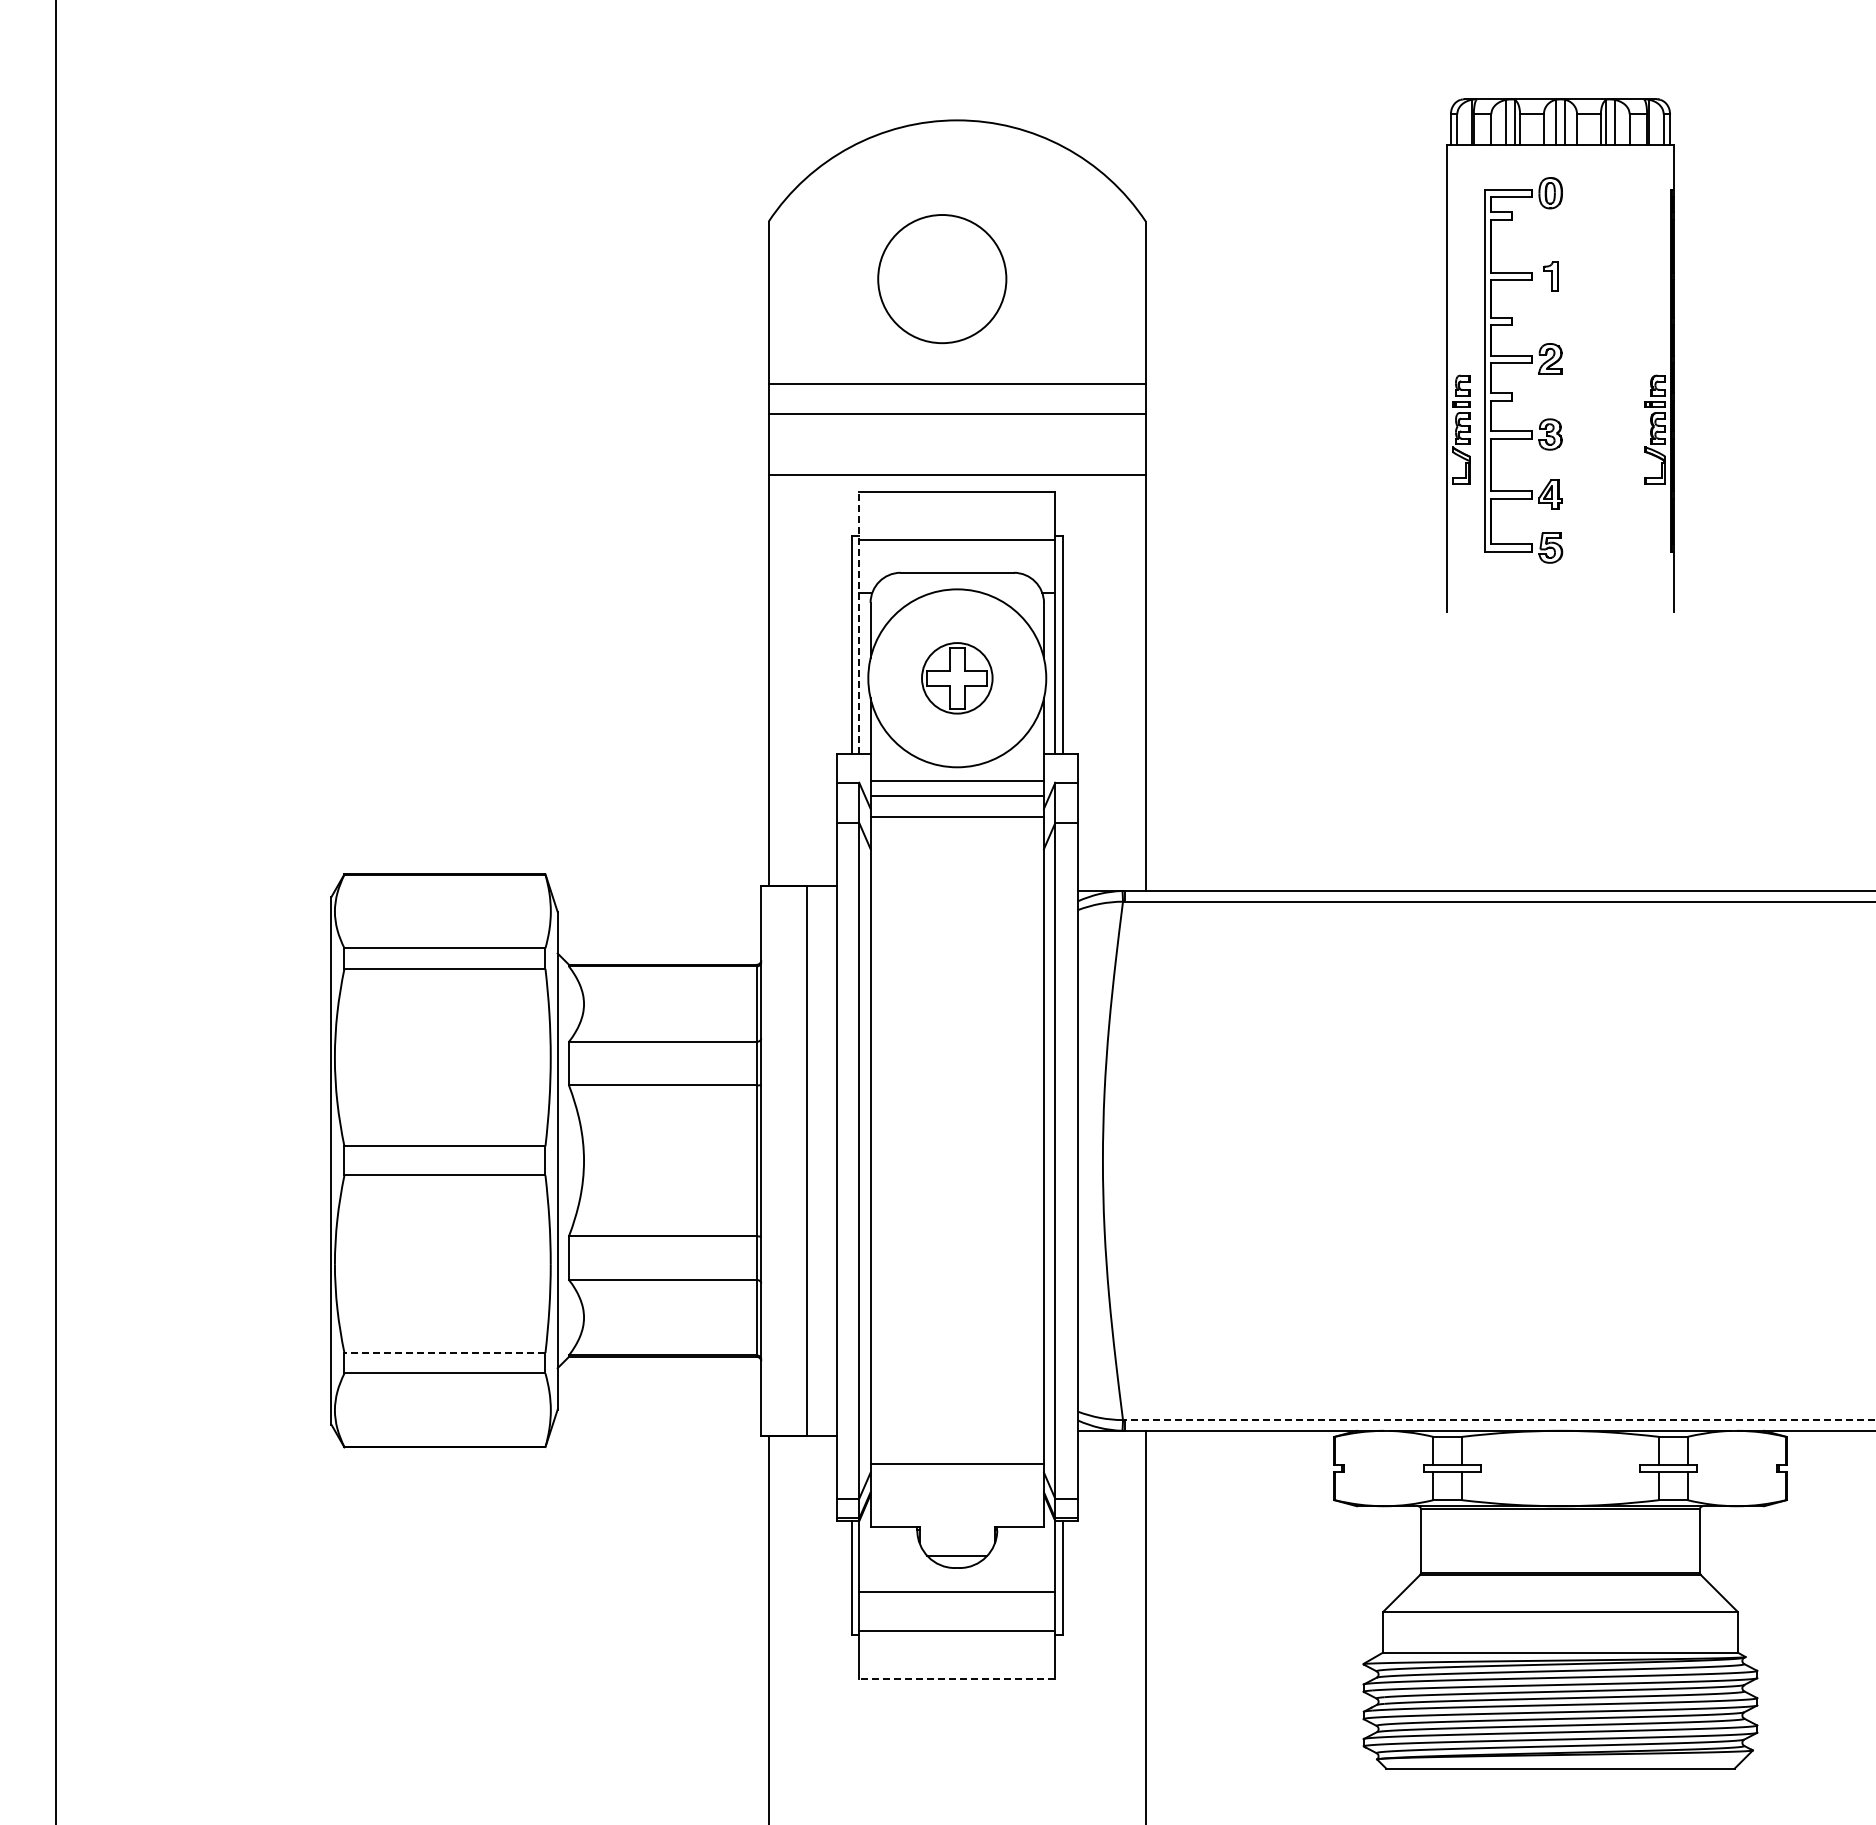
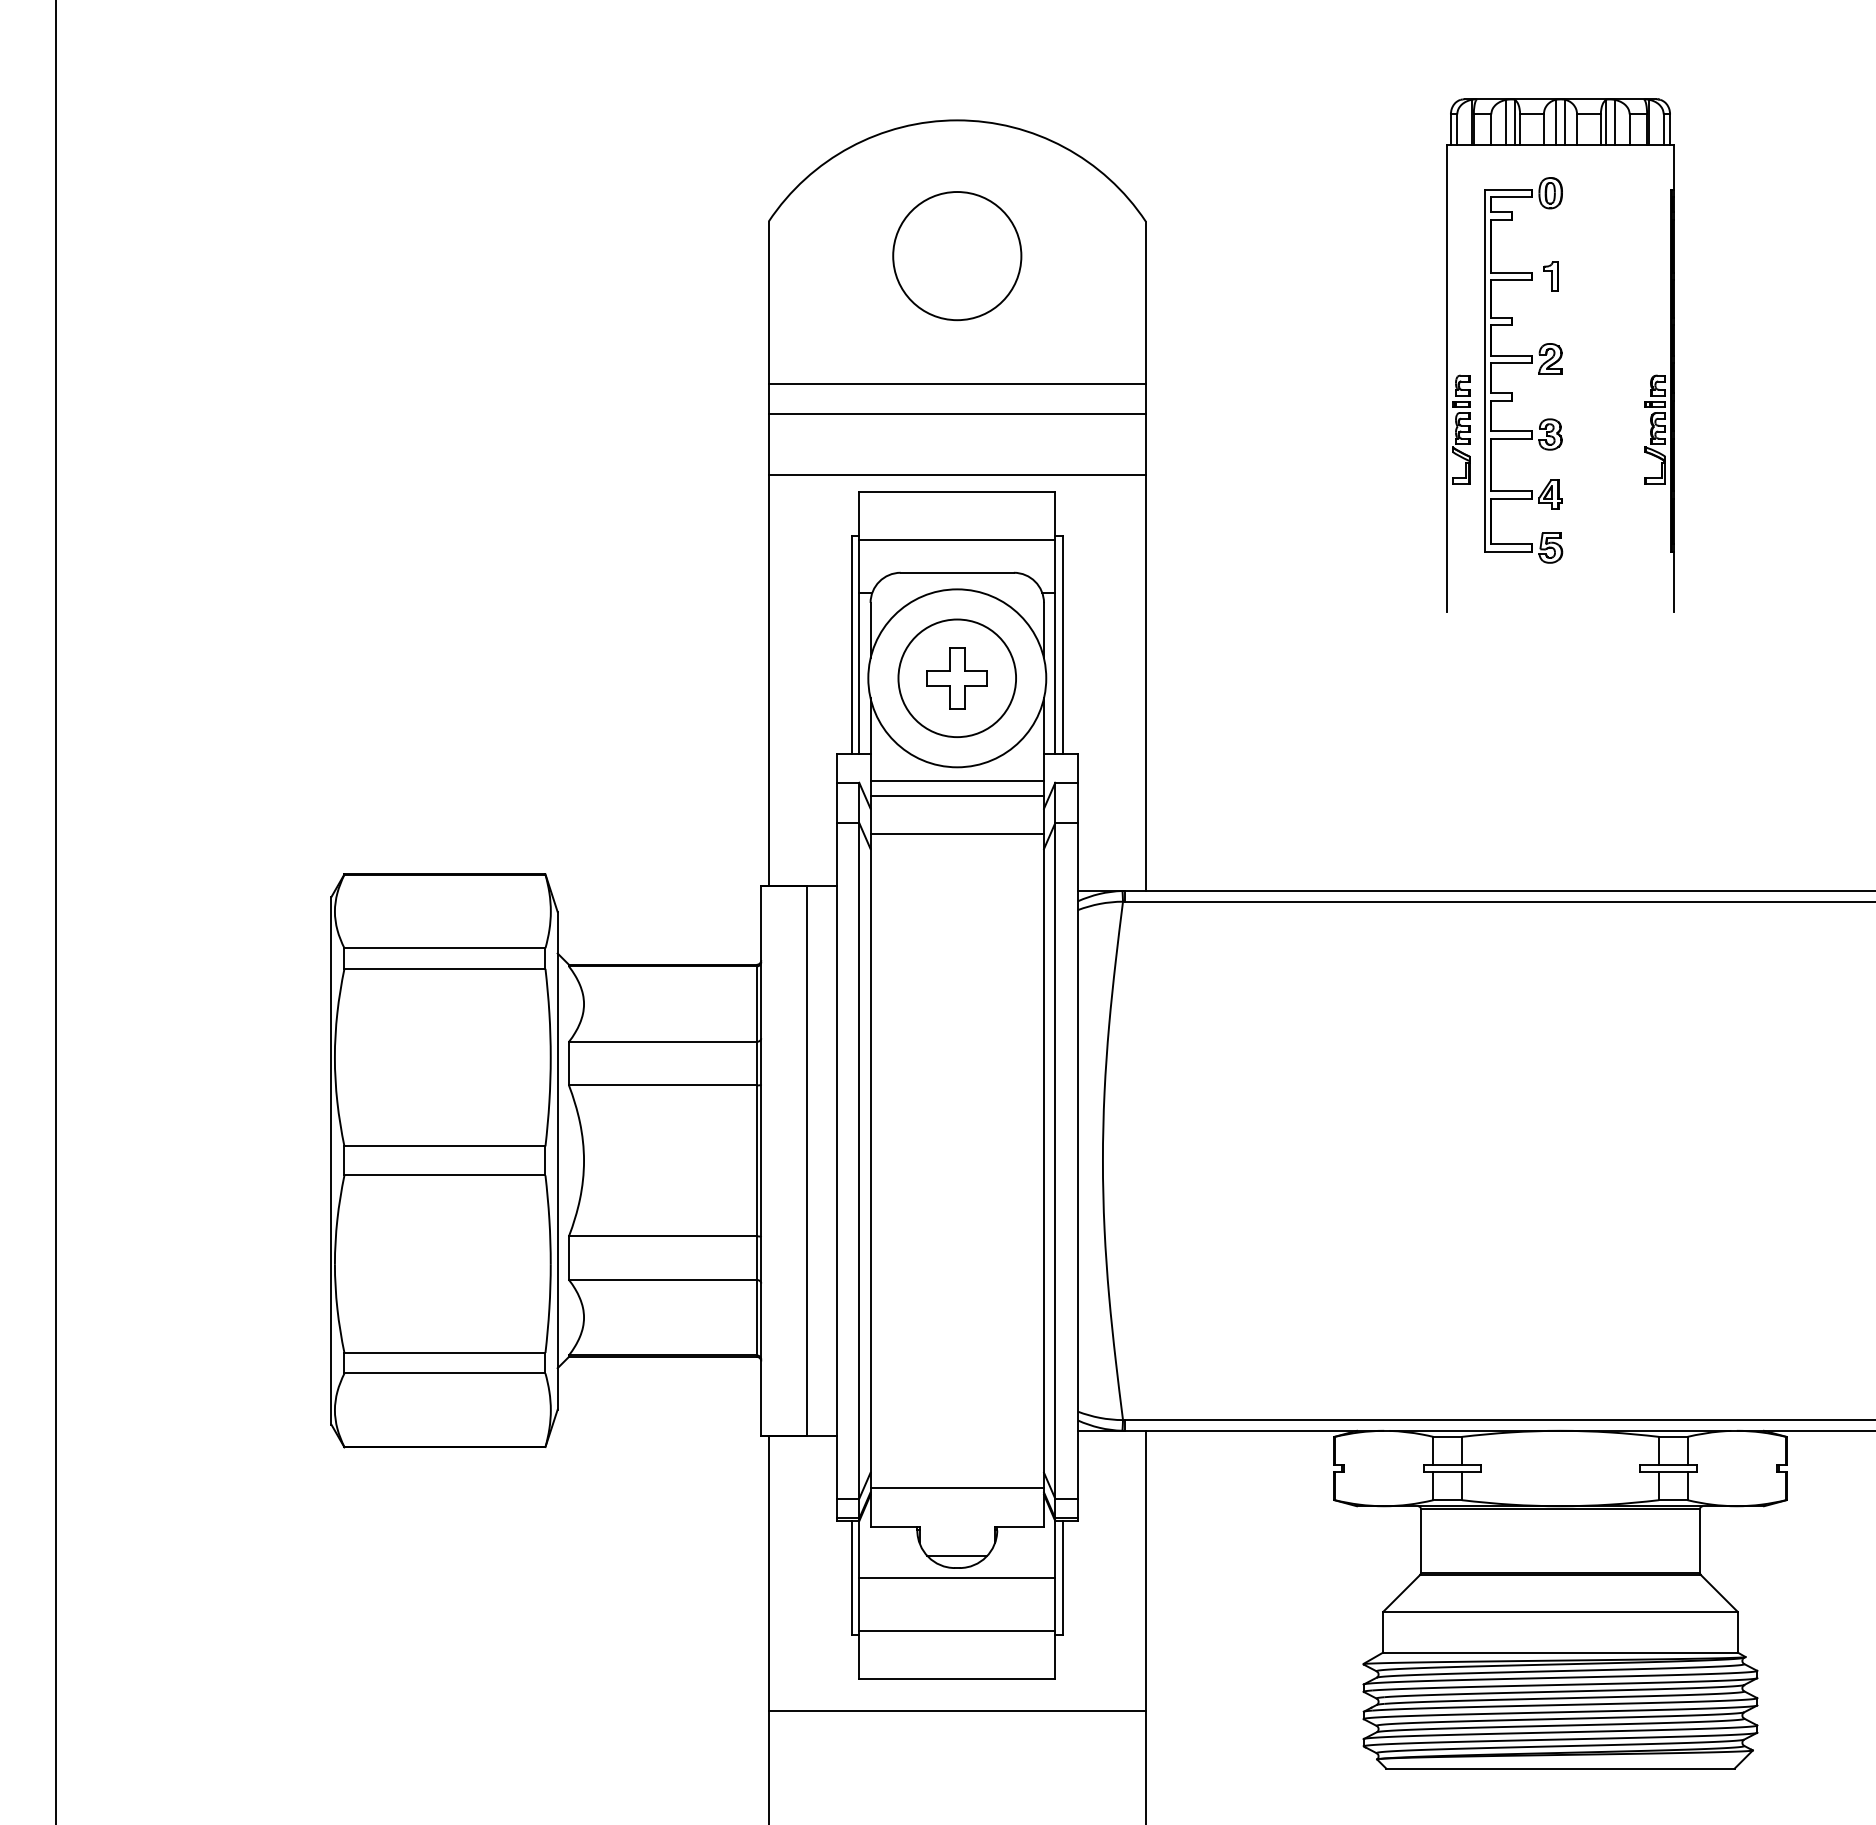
circle at (942, 279) position: (942, 279) -> (957, 256)
line at (859, 623): dashed -> solid
circle at (957, 678) diameter: 71 px -> 118 px
line at (957, 817) position: (957, 817) -> (957, 834)
line at (444, 1352): dashed -> solid
line at (1499, 1420): dashed -> solid
line at (957, 1463) position: (957, 1463) -> (957, 1487)
line at (957, 1592) position: (957, 1592) -> (957, 1578)
line at (956, 1678): dashed -> solid
line at (956, 1711): none -> present
